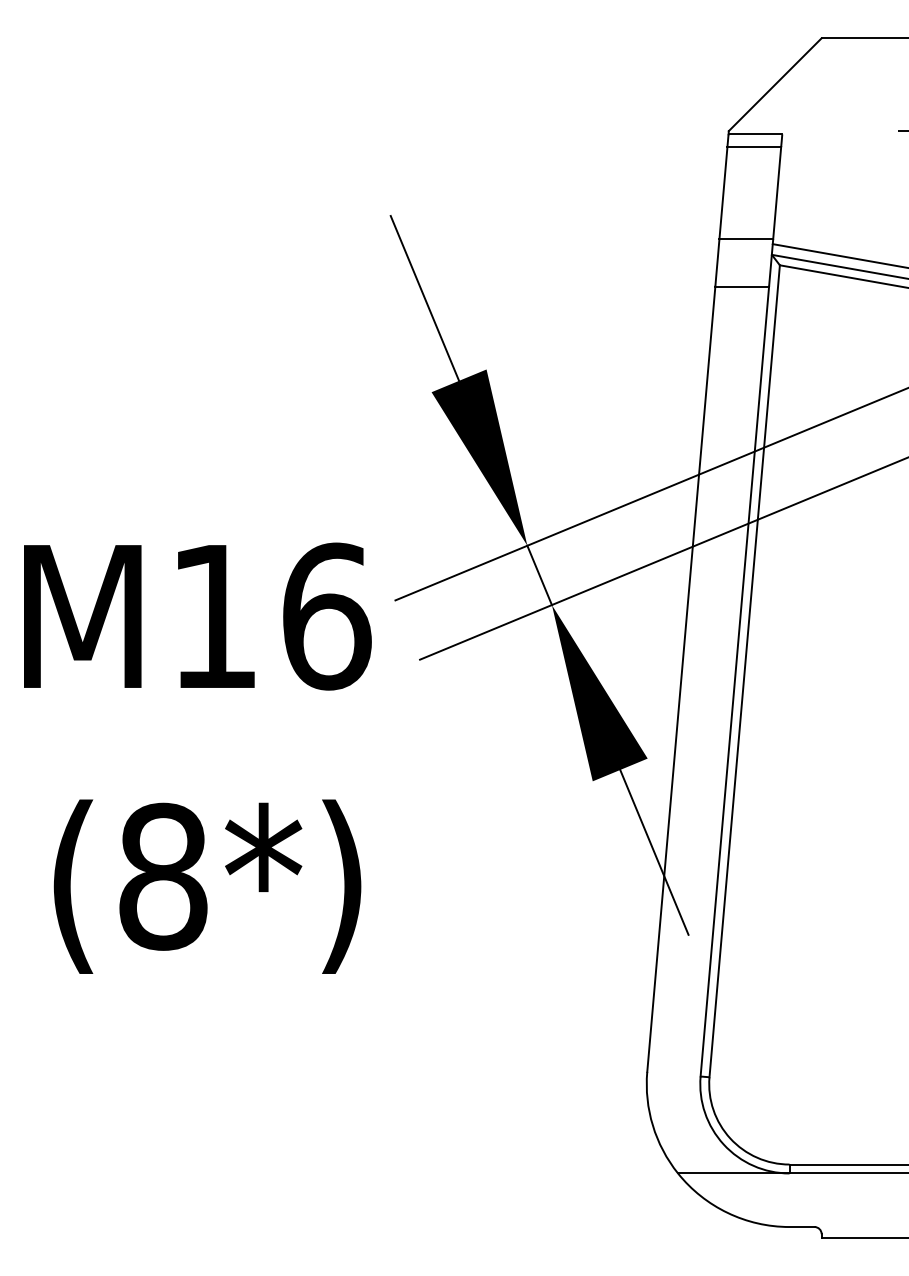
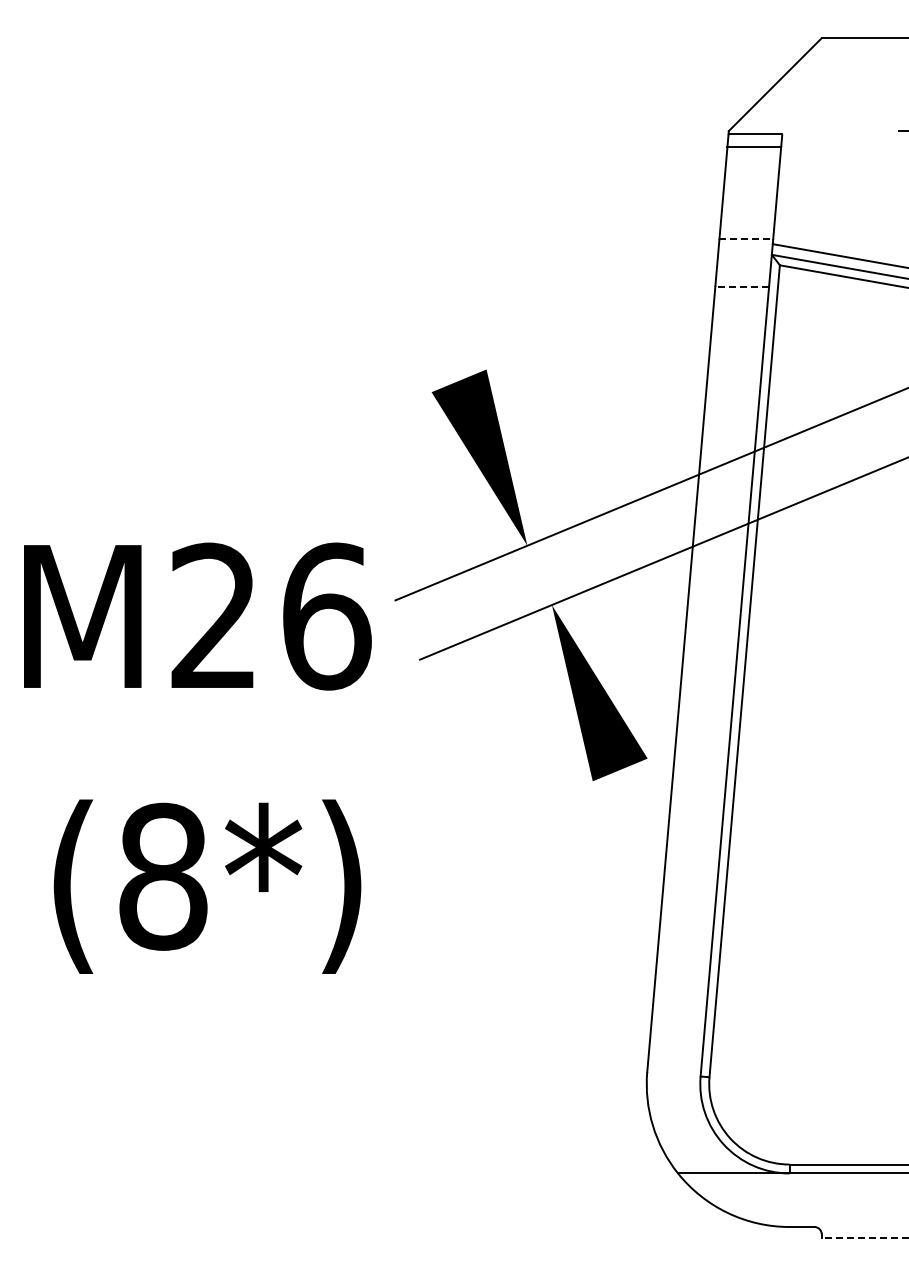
line at (746, 239): solid -> dashed
line at (742, 286): solid -> dashed
line at (424, 297): present -> none
line at (539, 575): present -> none
text at (212, 614): M16 -> M26
line at (654, 851): present -> none
line at (864, 1237): solid -> dashed
